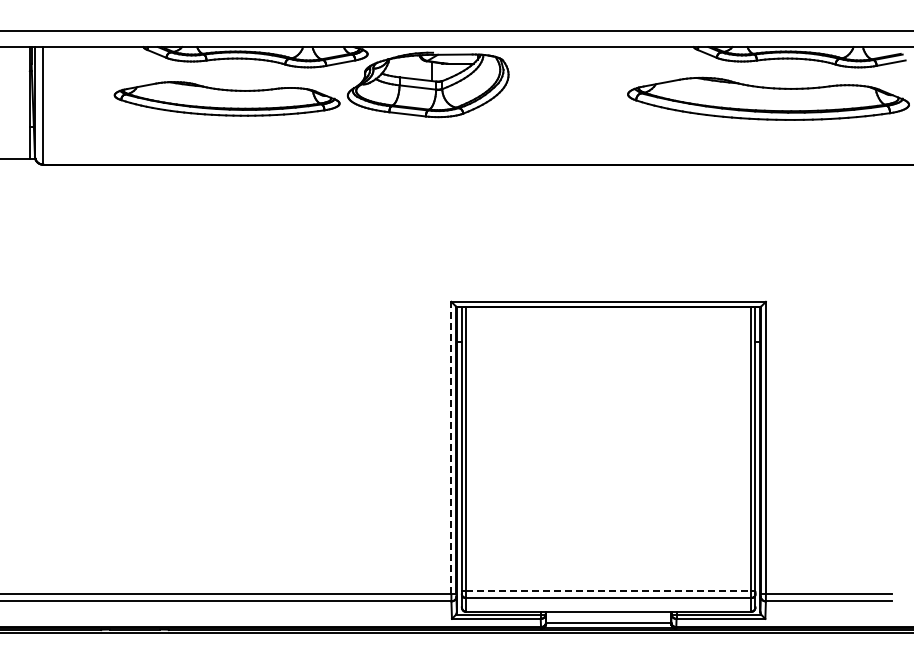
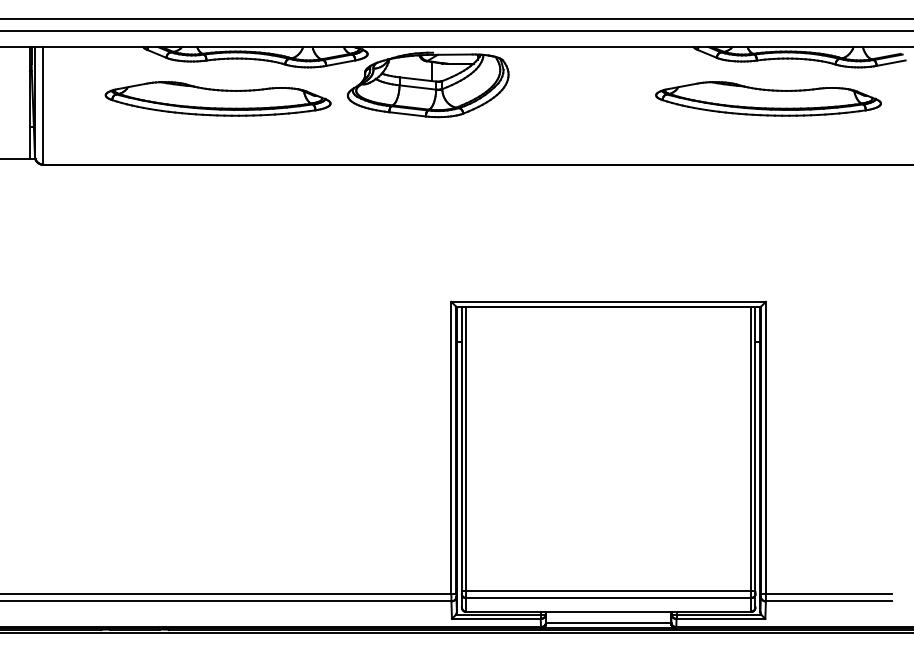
line at (456, 19): none -> present
part at (226, 98) position: (226, 98) -> (217, 98)
part at (768, 98) size: 283x45 px -> 227x36 px
line at (451, 447): dashed -> solid
line at (608, 590): dashed -> solid
